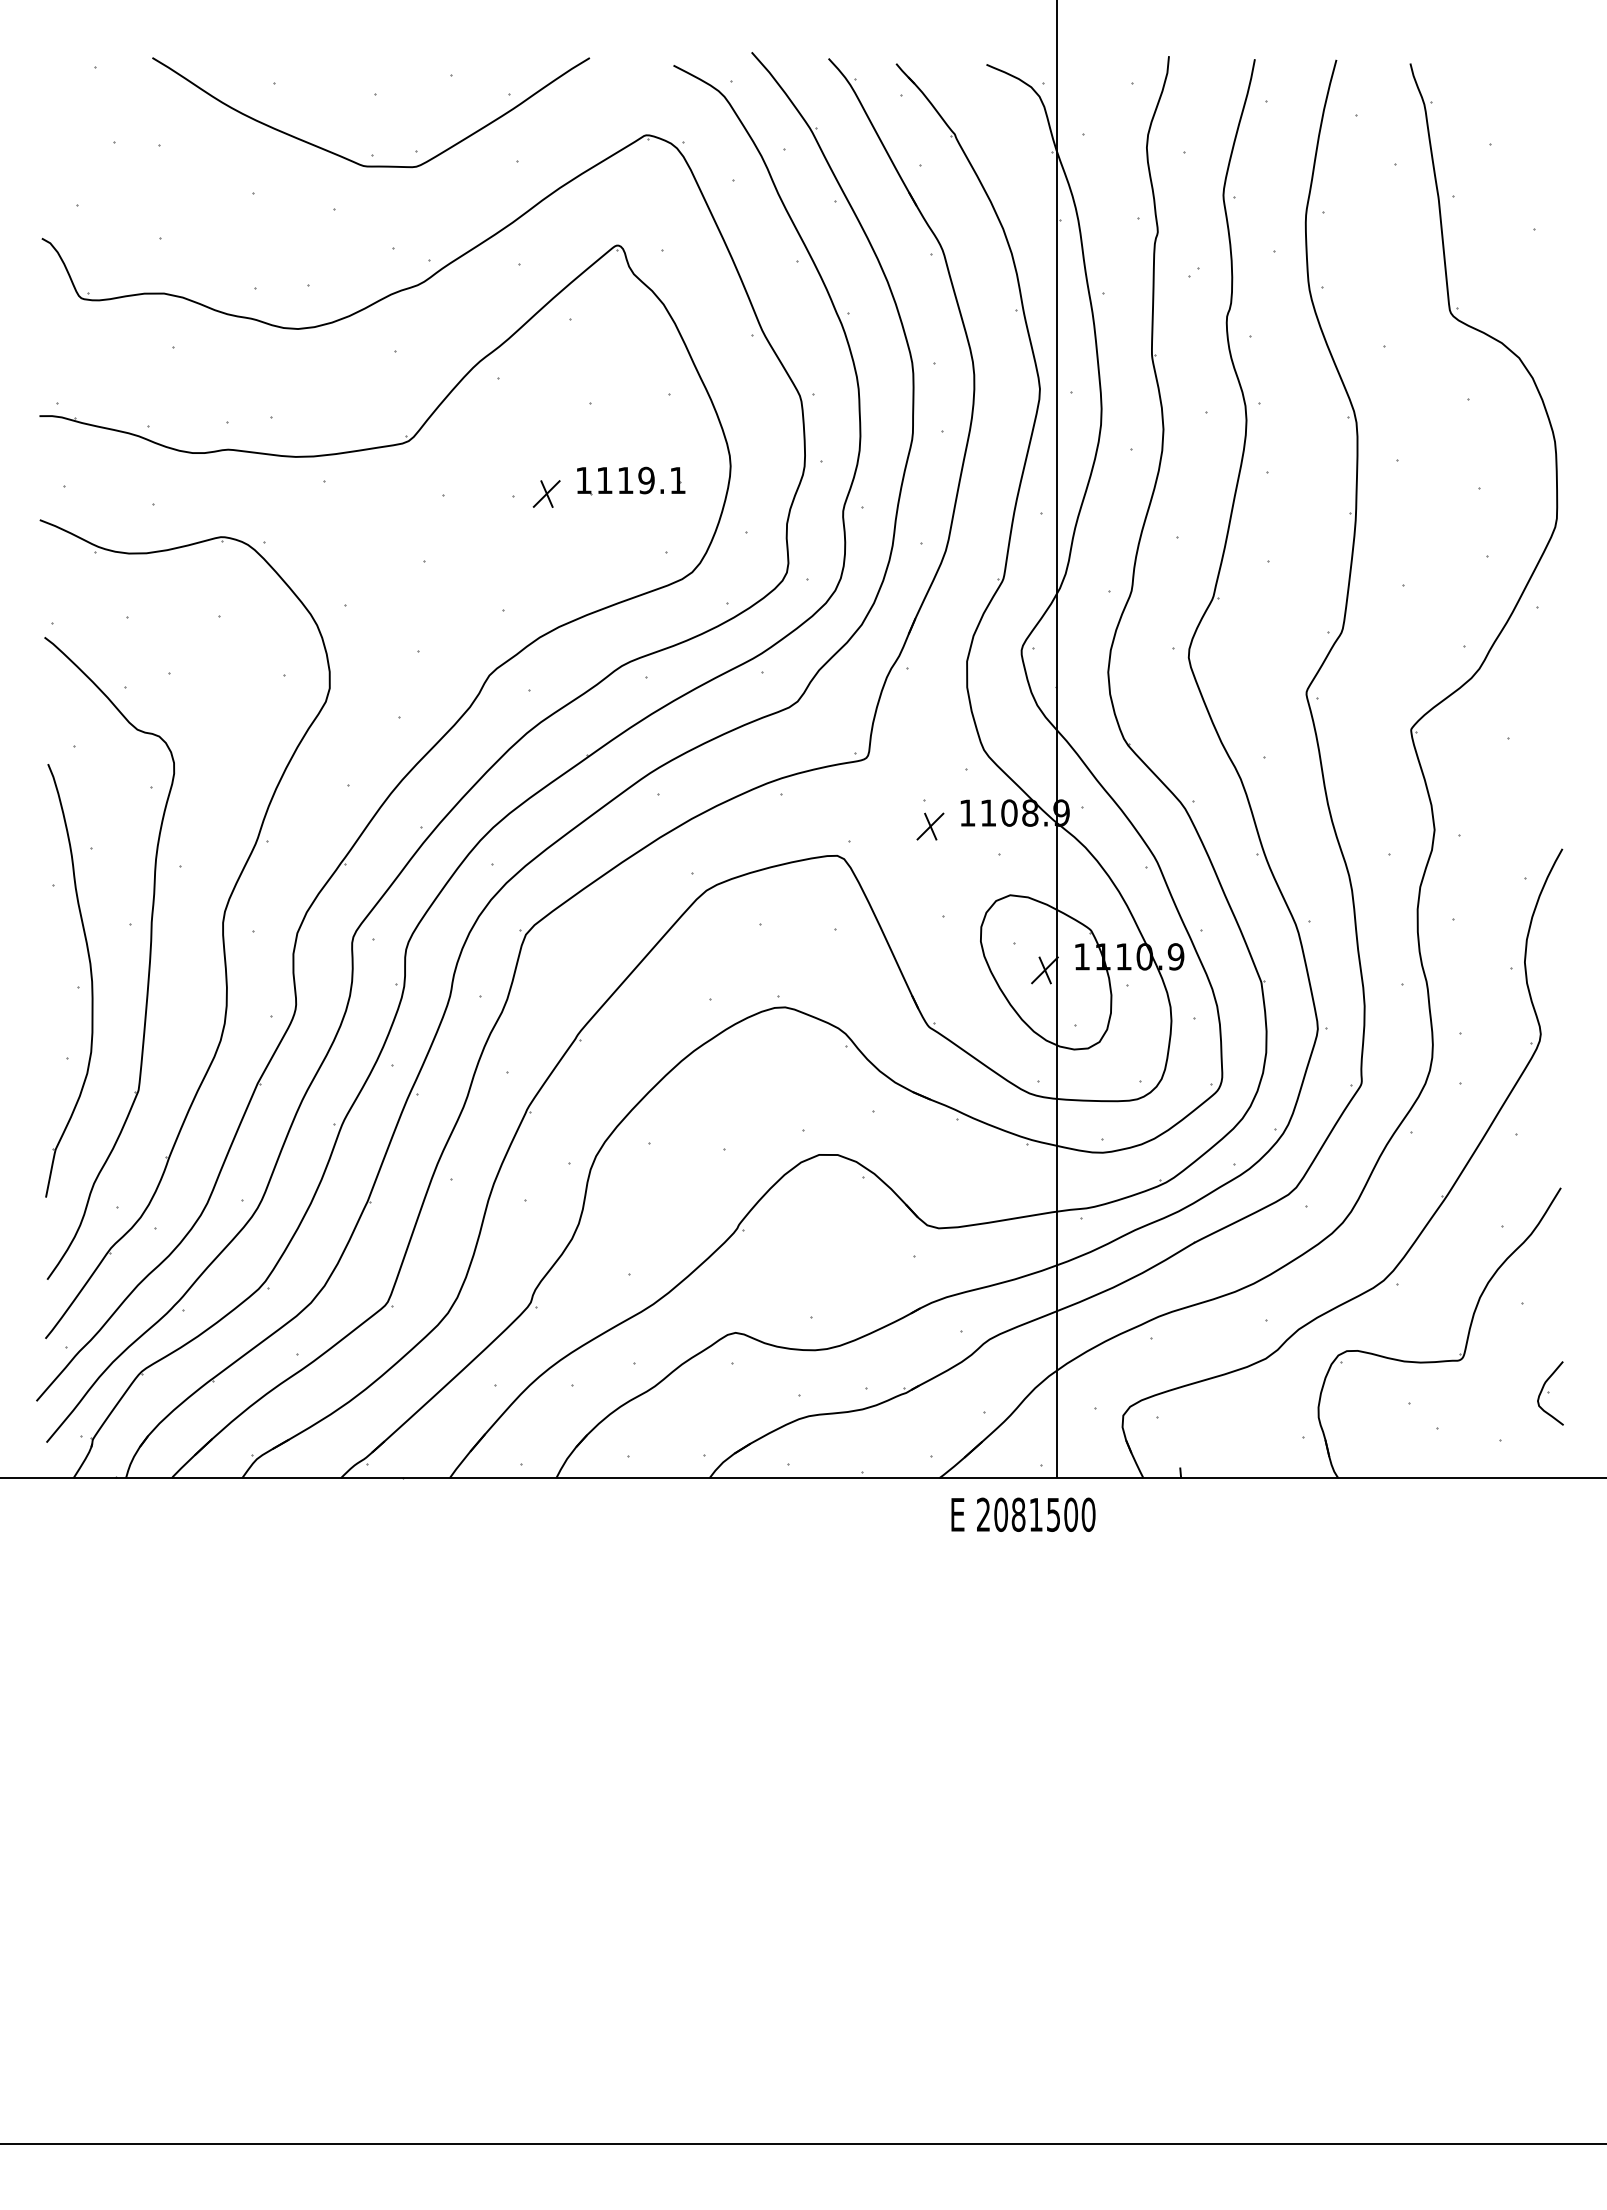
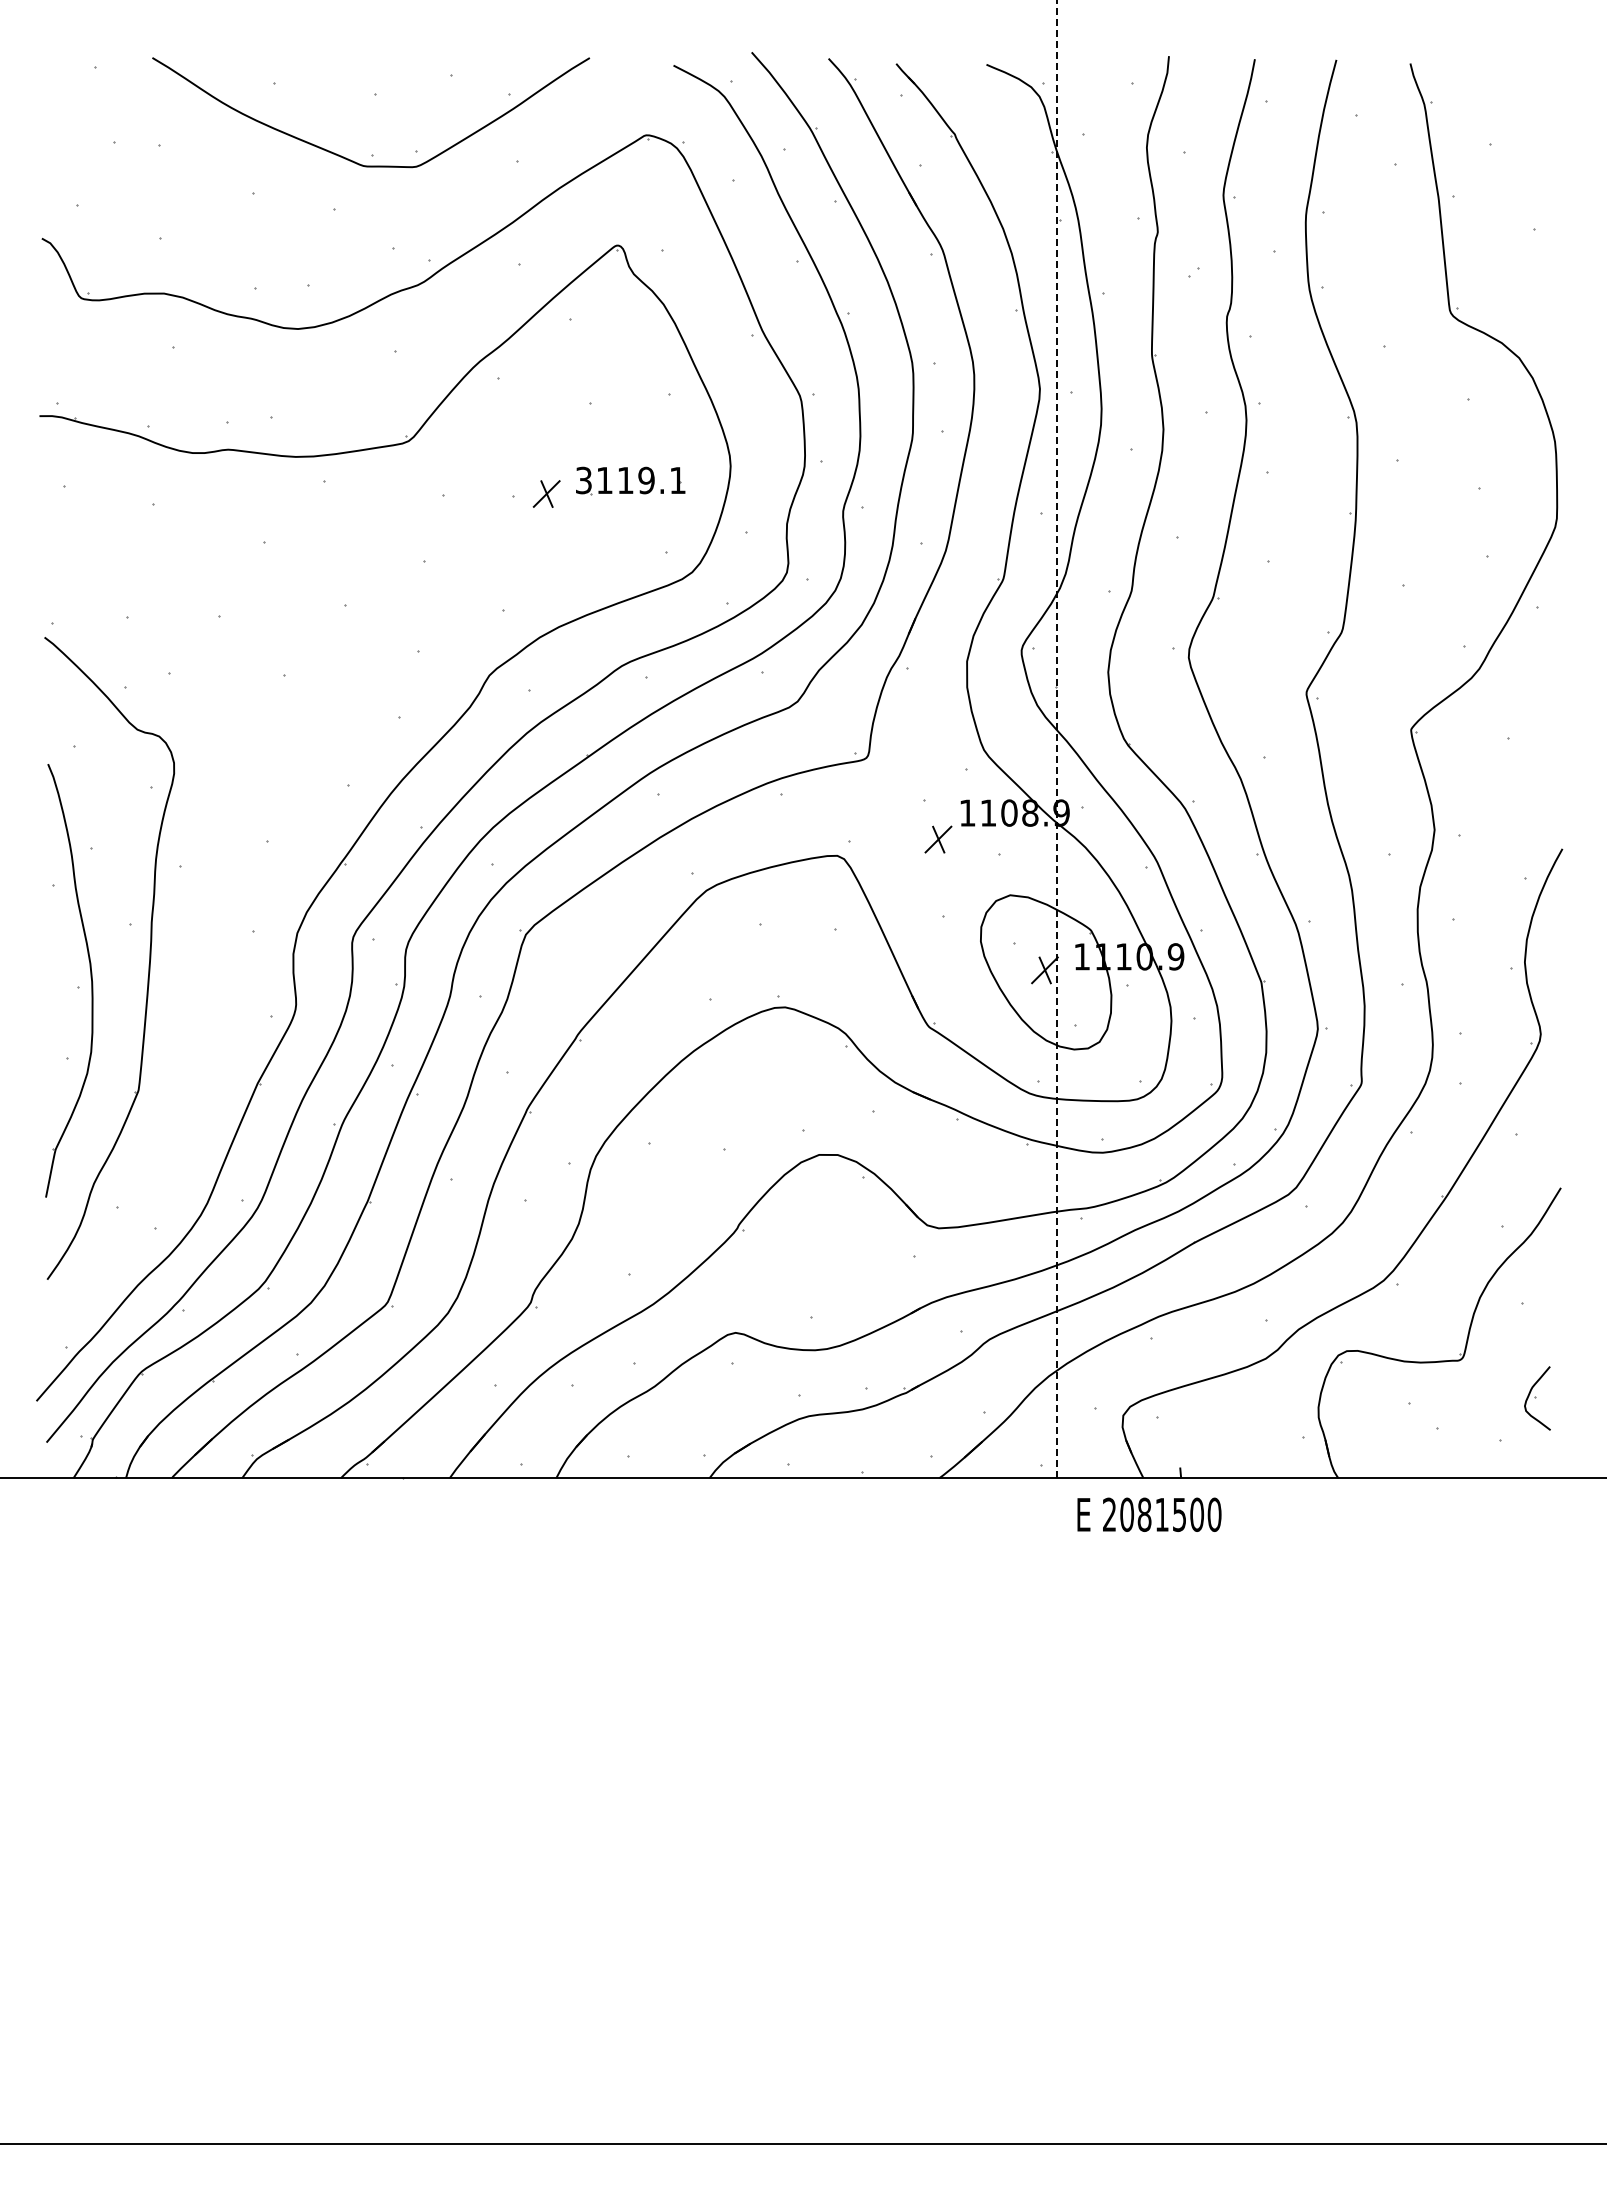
text at (583, 480): 1119.1 -> 3119.1
line at (1057, 739): solid -> dashed
part at (930, 826) position: (930, 826) -> (938, 839)
part at (222, 929): present -> none
part at (1550, 1393) position: (1550, 1393) -> (1537, 1398)
text at (1023, 1514) position: (1023, 1514) -> (1149, 1514)
